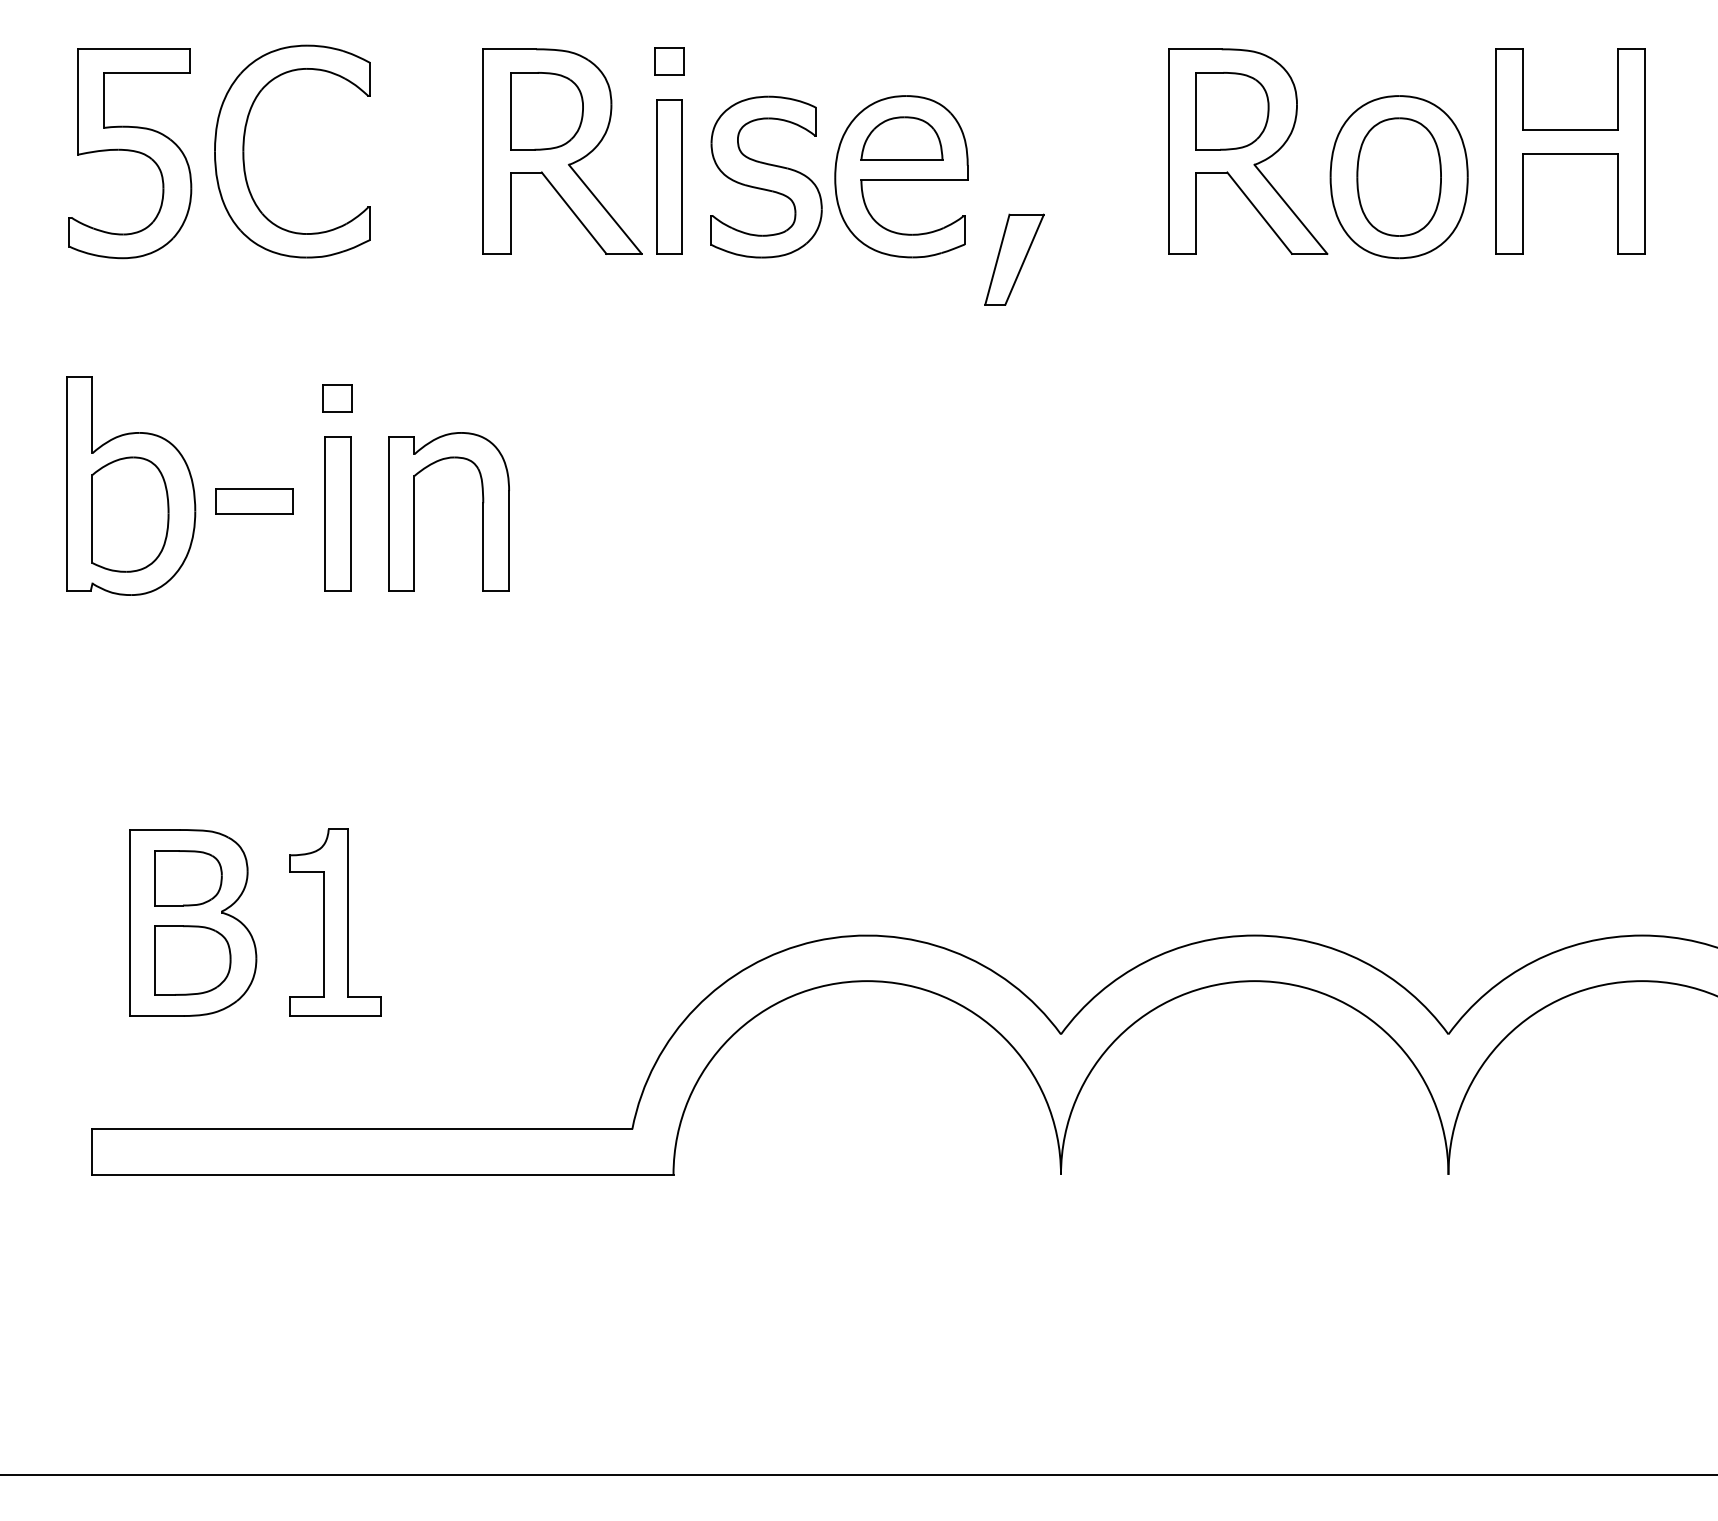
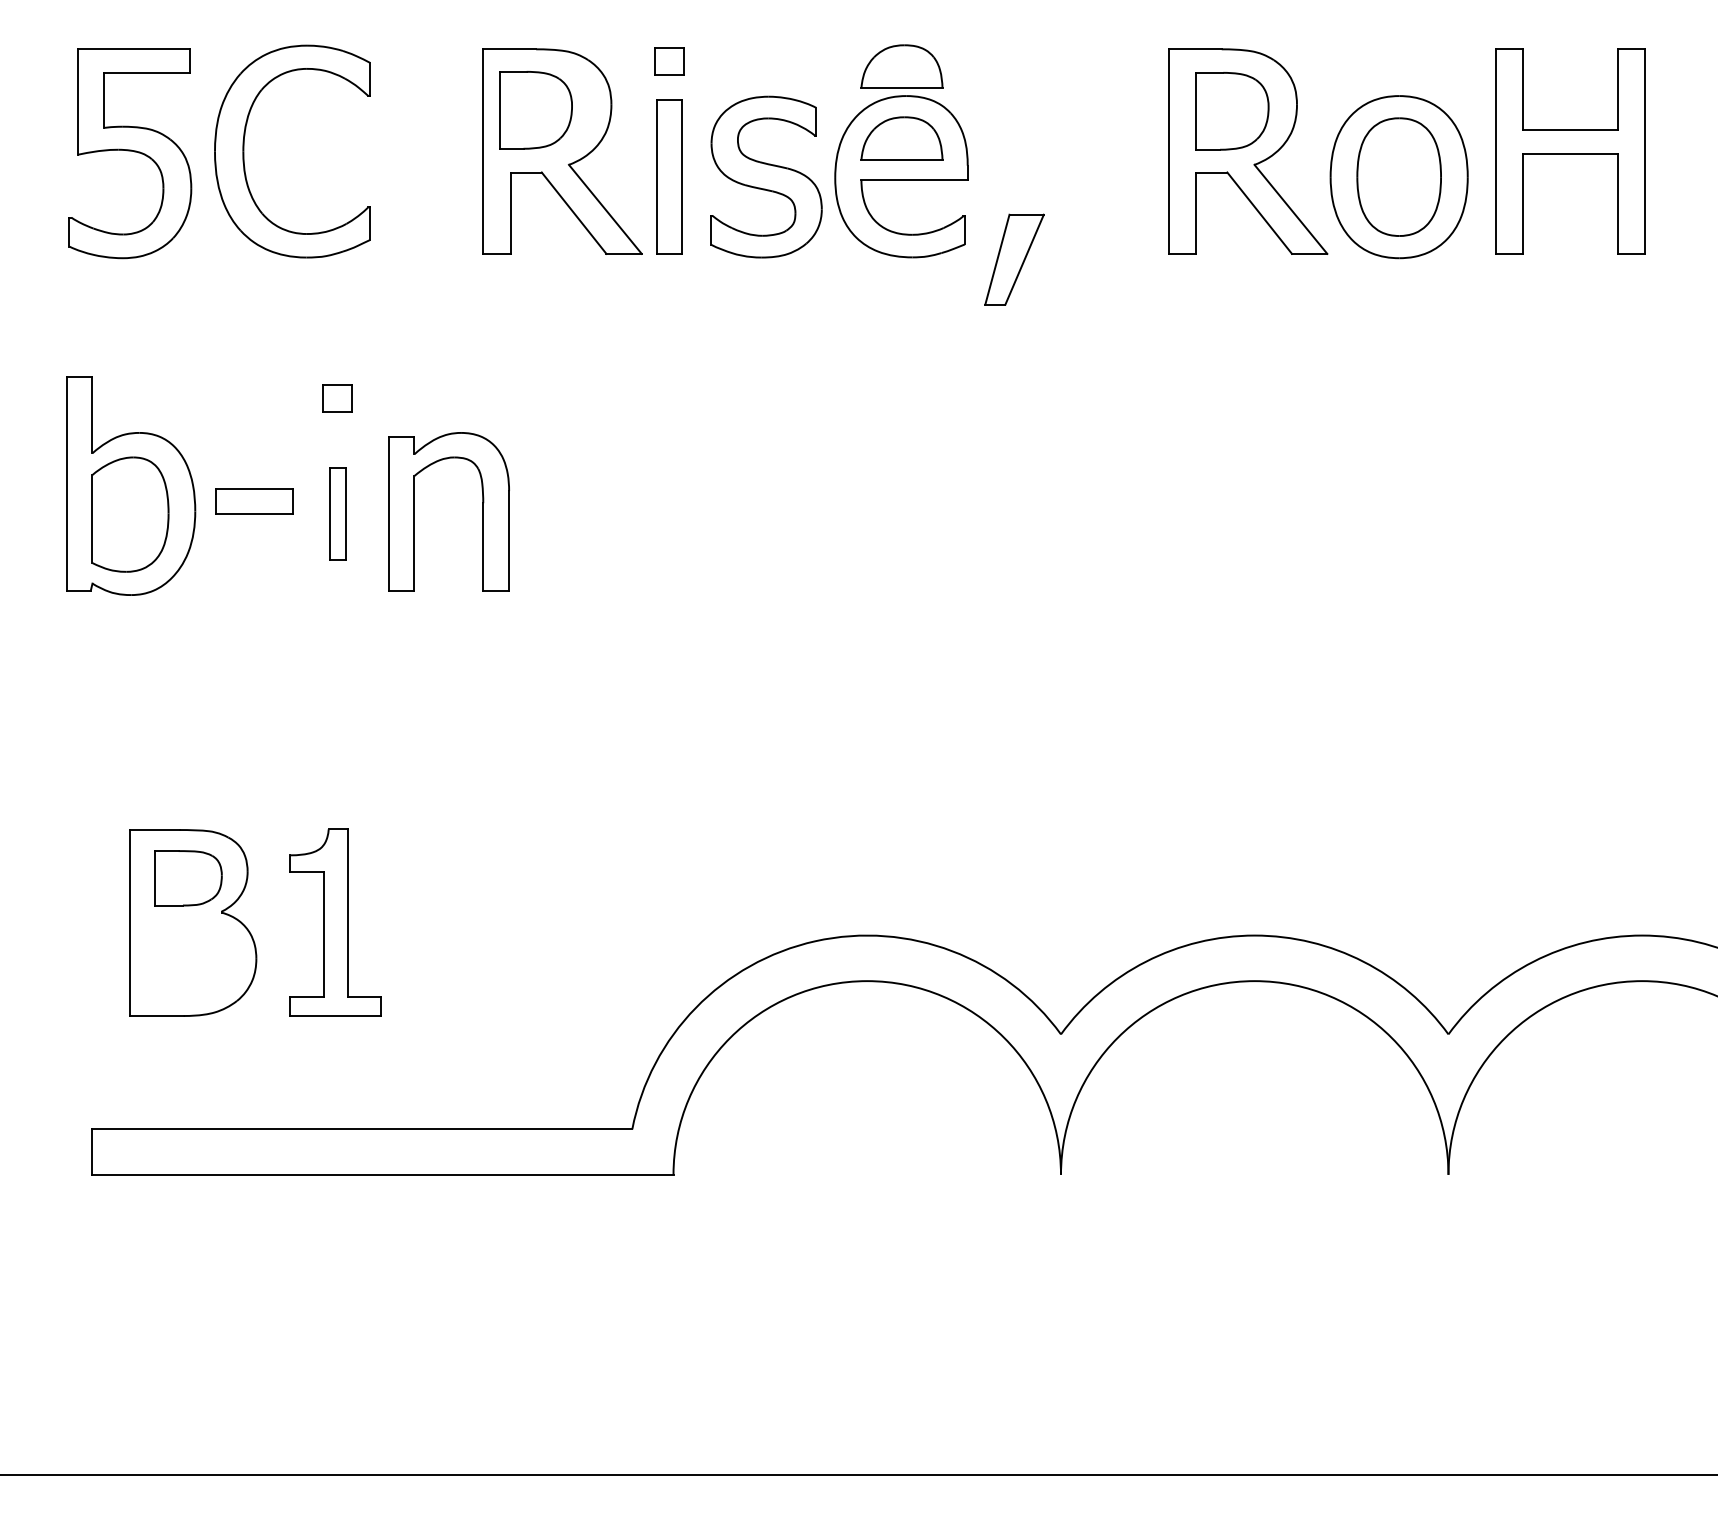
part at (901, 66): none -> present
part at (546, 111) position: (546, 111) -> (535, 110)
part at (337, 513) size: 28x156 px -> 18x94 px
part at (192, 960): present -> none
